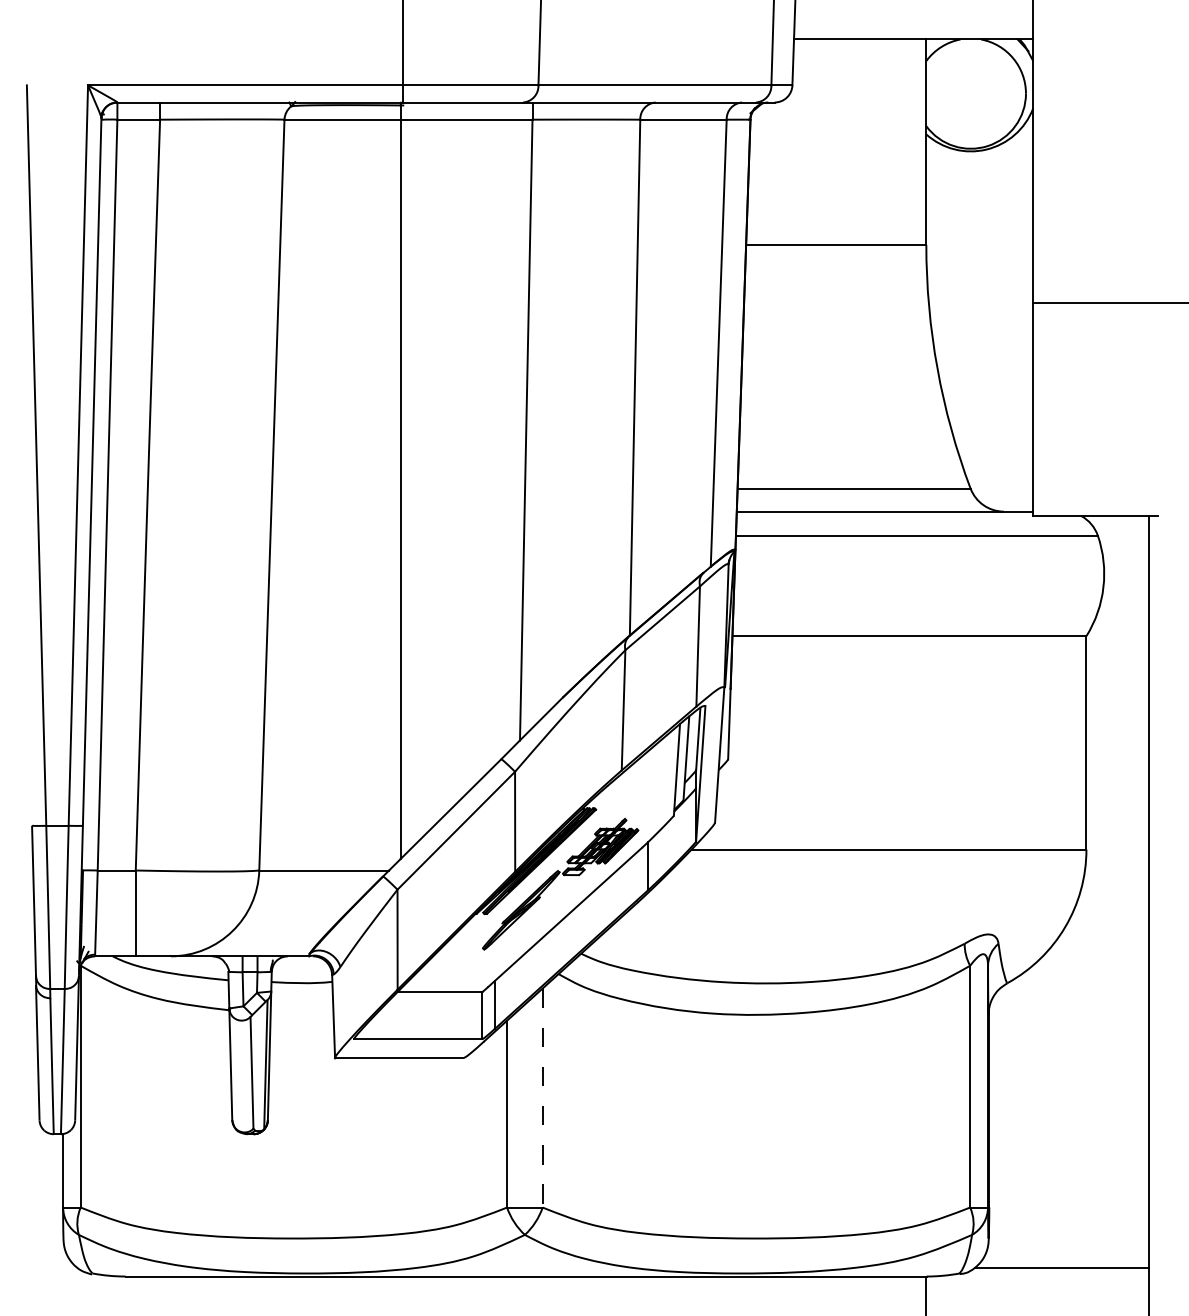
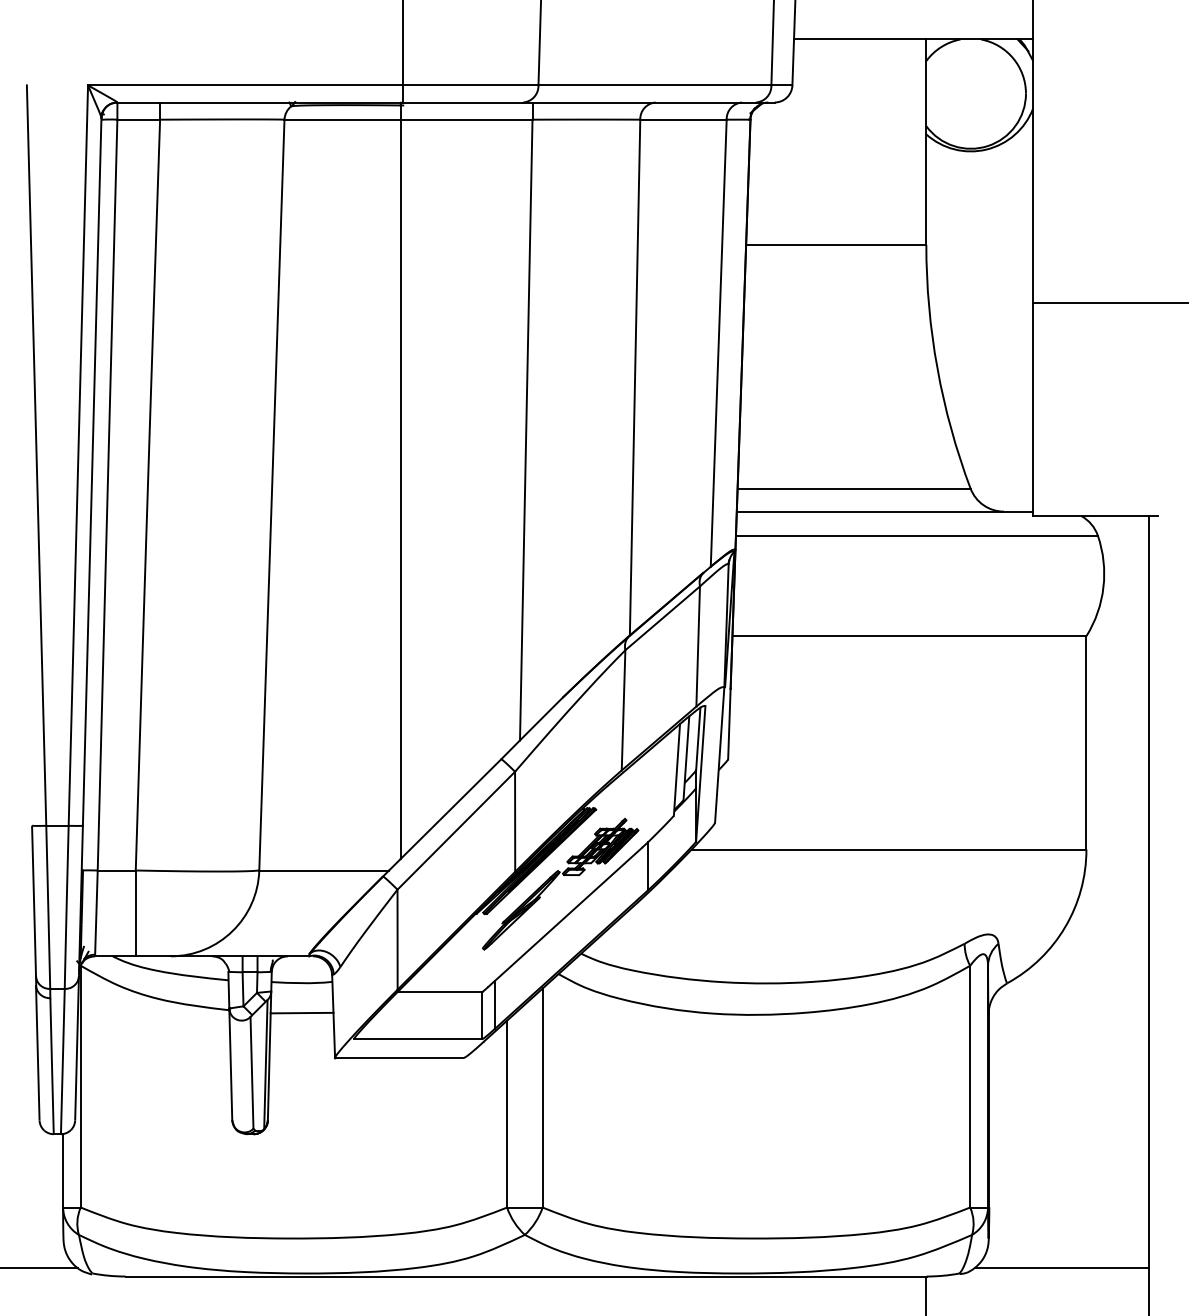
line at (301, 1012): none -> present
line at (542, 1098): dashed -> solid
line at (39, 1267): none -> present
